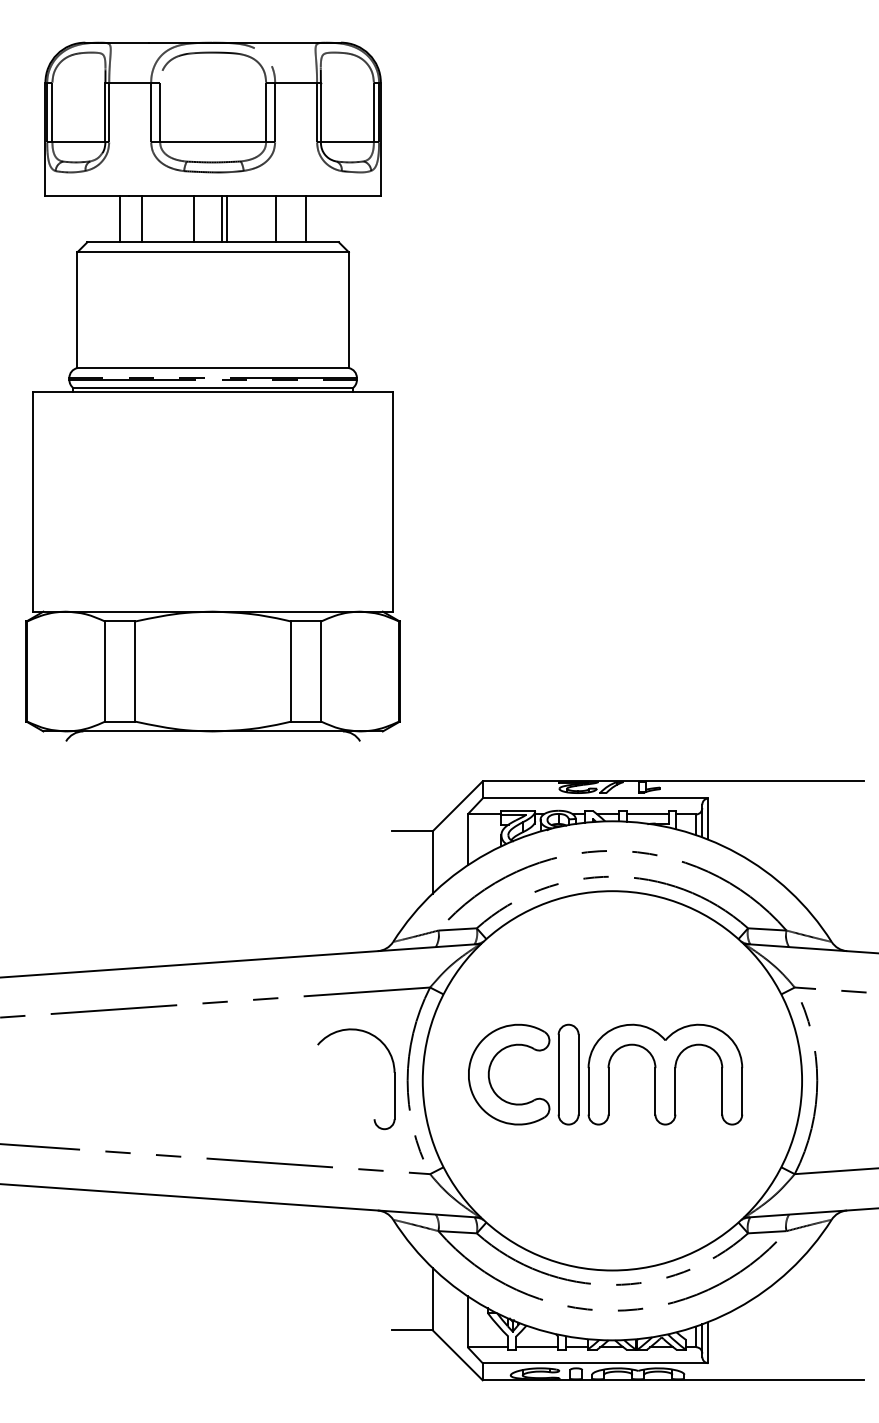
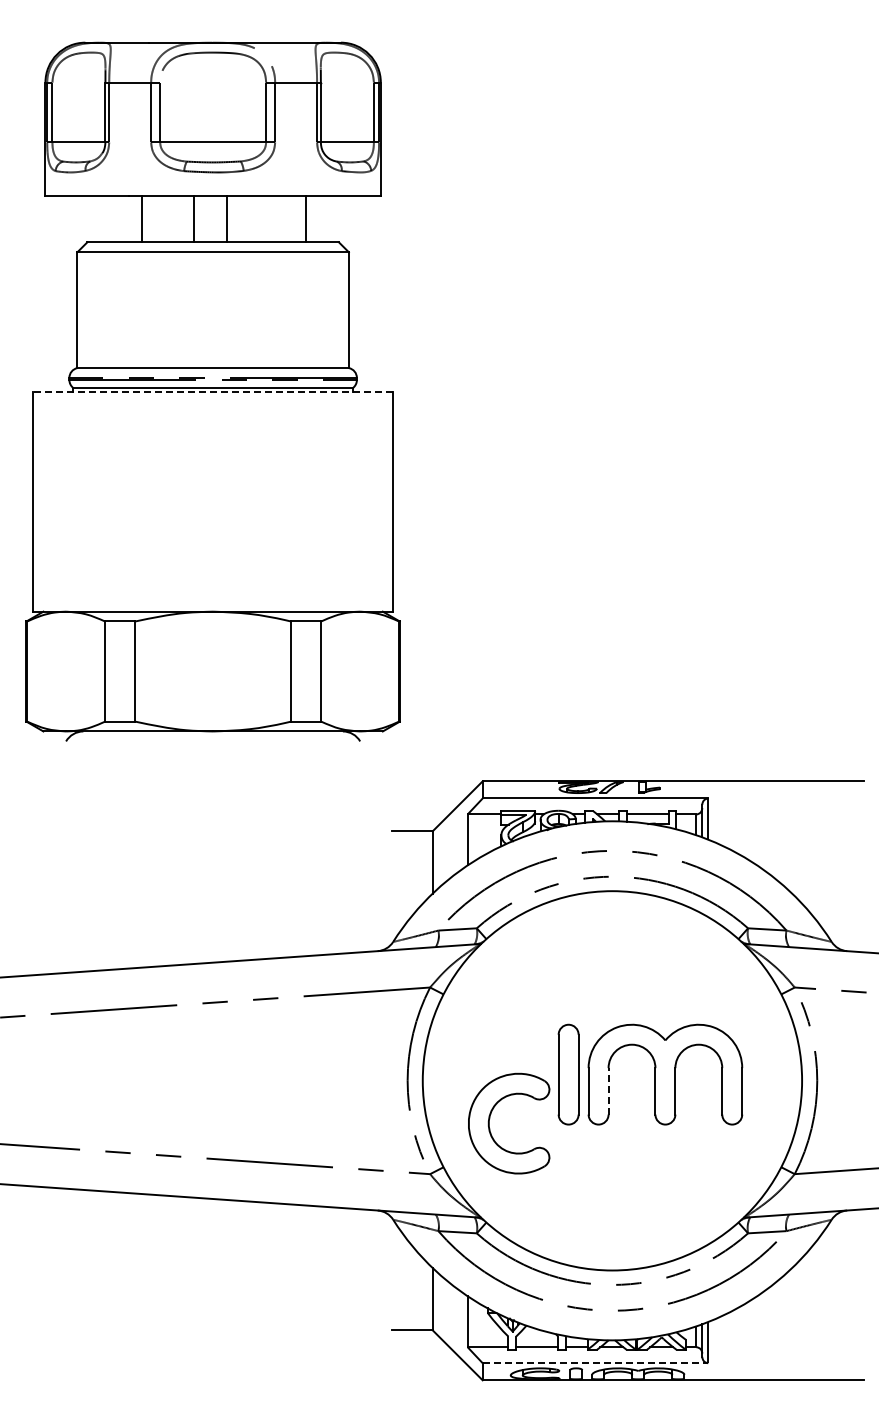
line at (120, 219): present -> none
line at (222, 219): present -> none
line at (275, 219): present -> none
line at (213, 392): solid -> dashed
part at (490, 1069) position: (490, 1069) -> (490, 1118)
part at (393, 1072): present -> none
line at (608, 1090): solid -> dashed
line at (595, 1363): solid -> dashed
